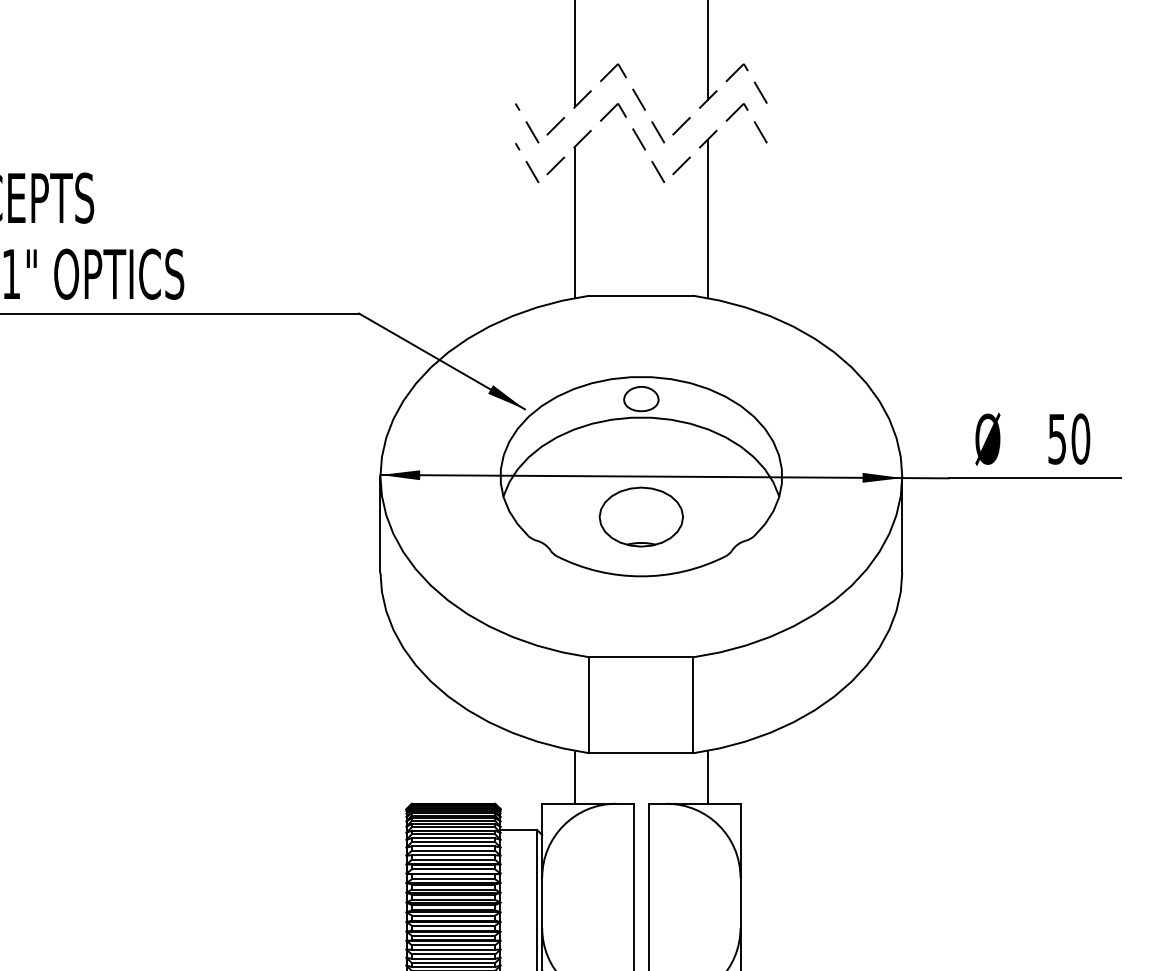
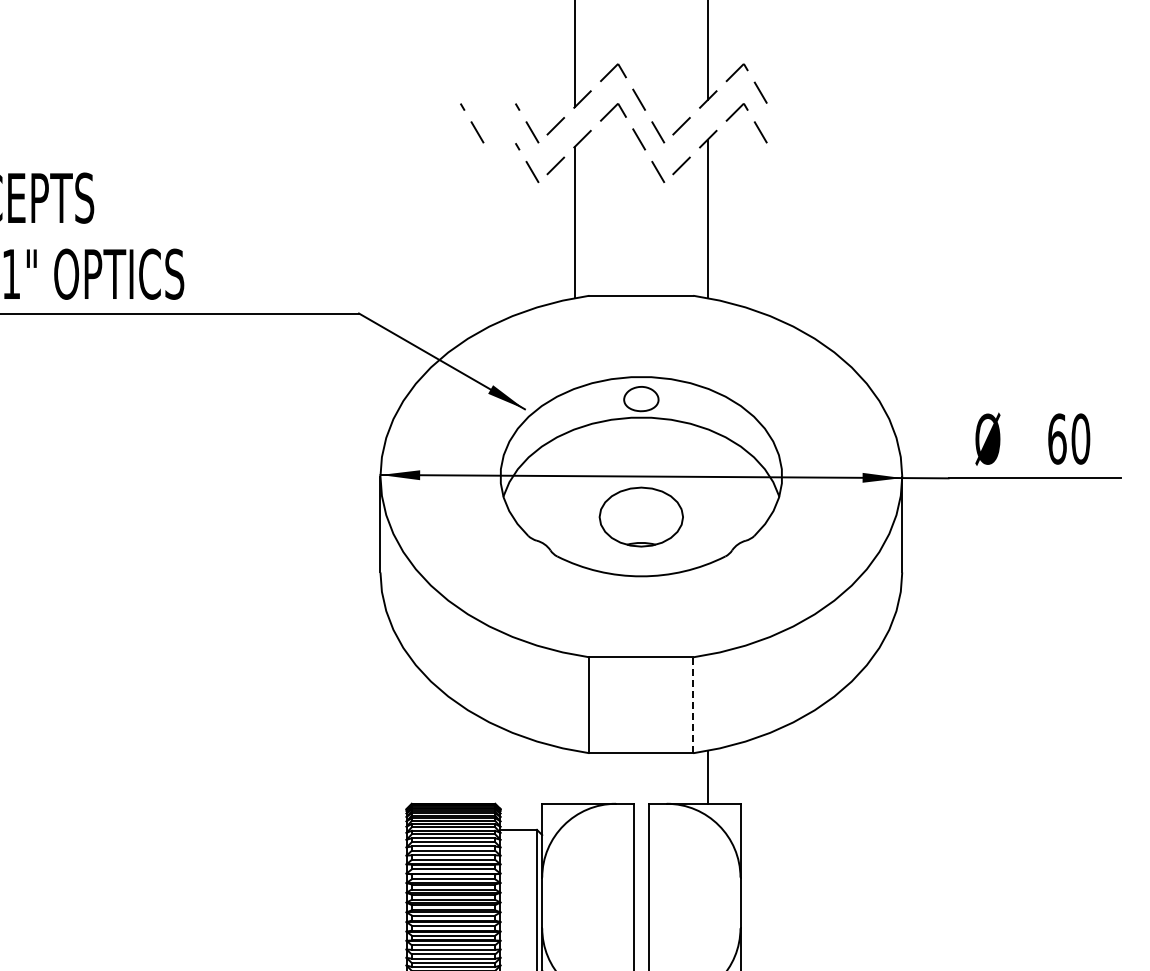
line at (472, 123): none -> present
text at (1057, 438): 50 -> 60
line at (693, 705): solid -> dashed
line at (575, 776): present -> none
